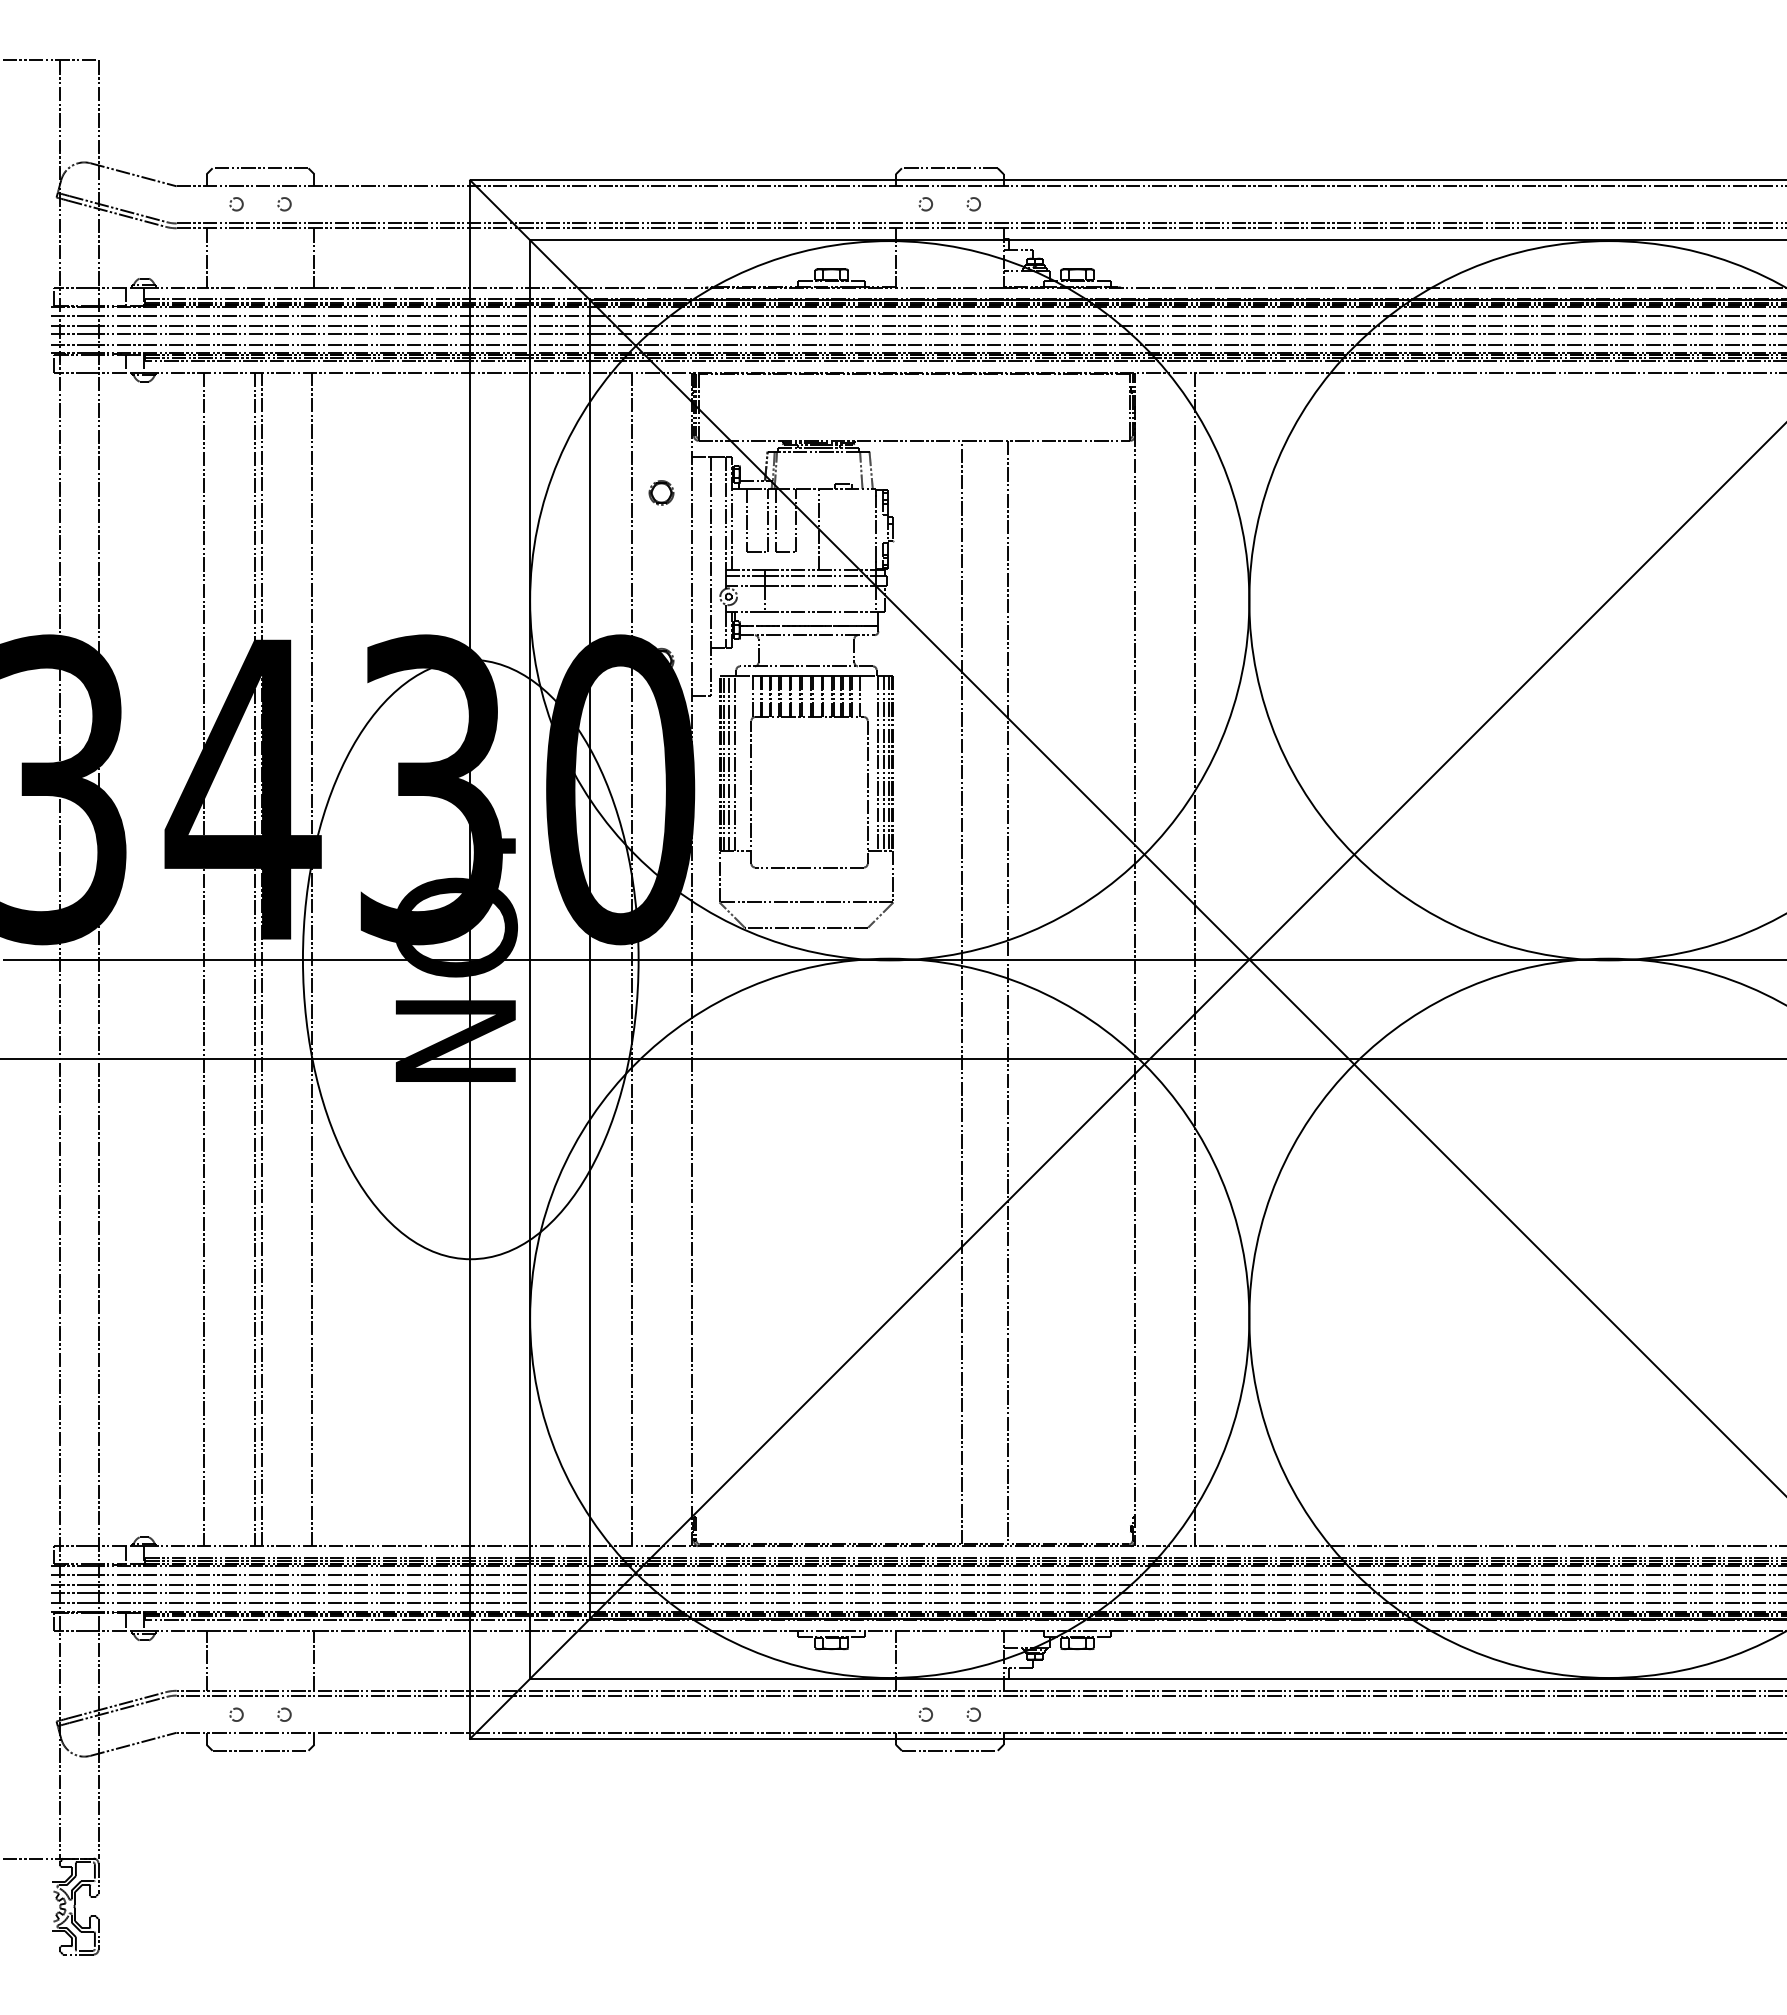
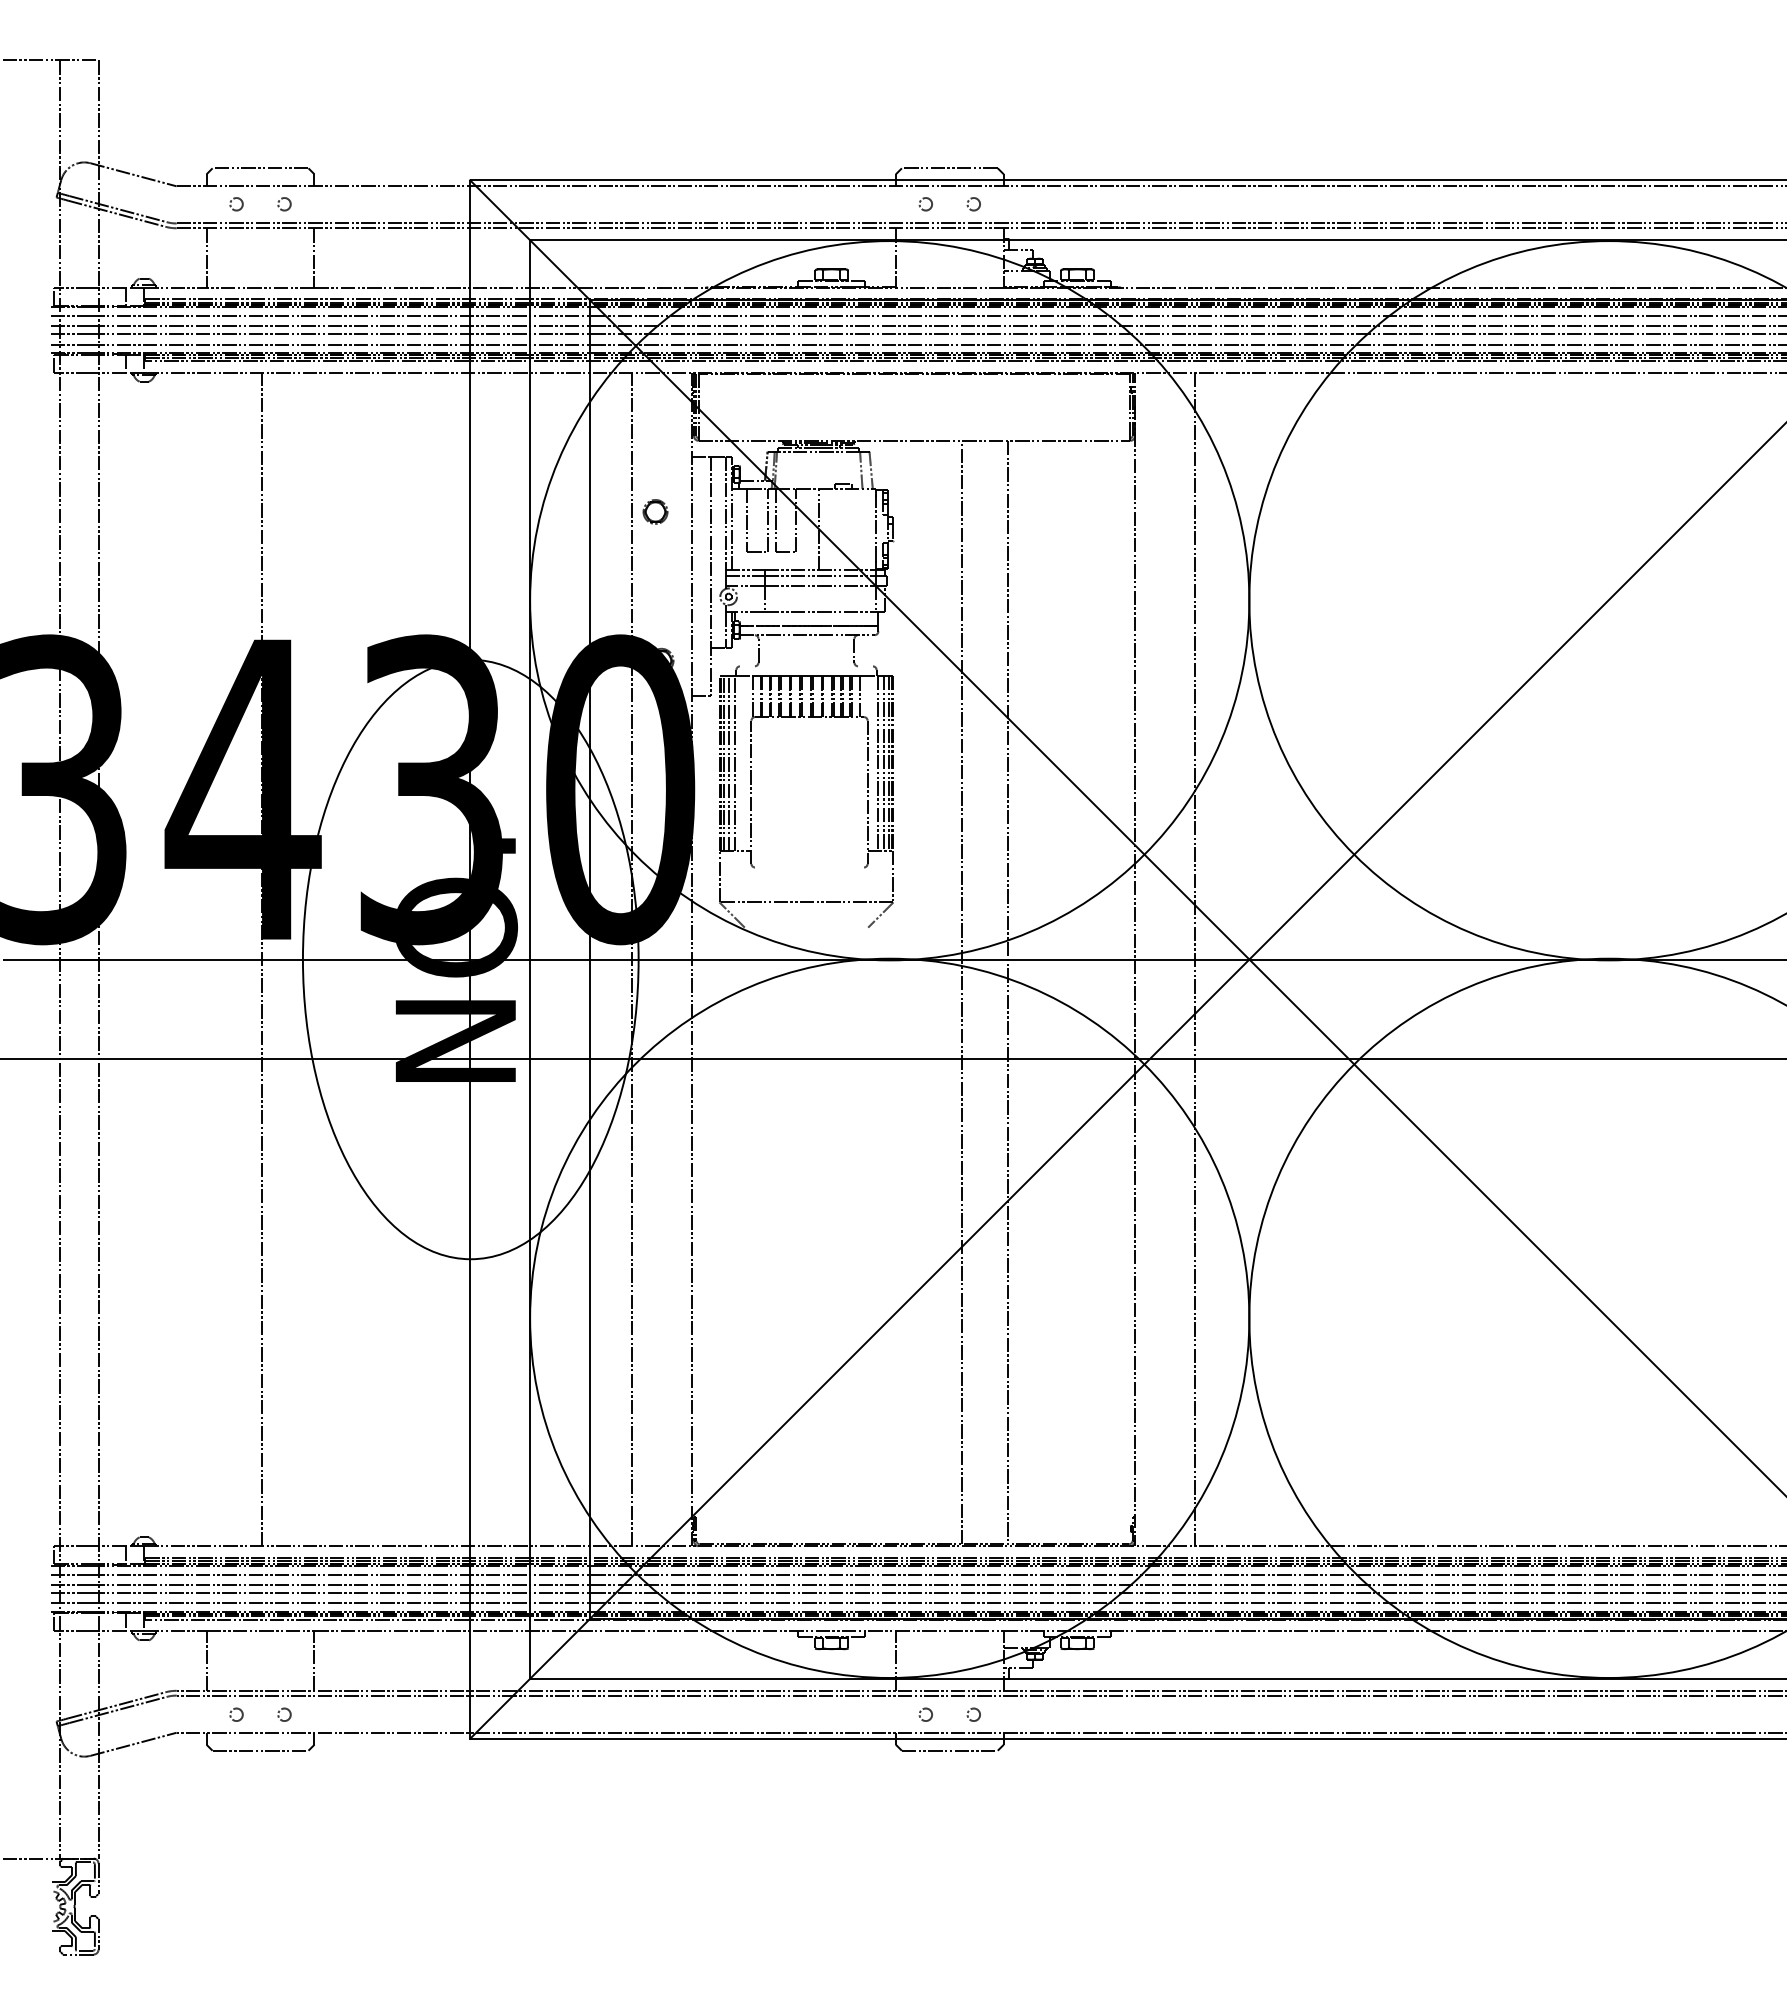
part at (661, 492) position: (661, 492) -> (655, 511)
line at (806, 666): present -> none
line at (809, 867): present -> none
line at (806, 927): present -> none
line at (204, 959): present -> none
line at (254, 959): present -> none
line at (312, 959): present -> none
